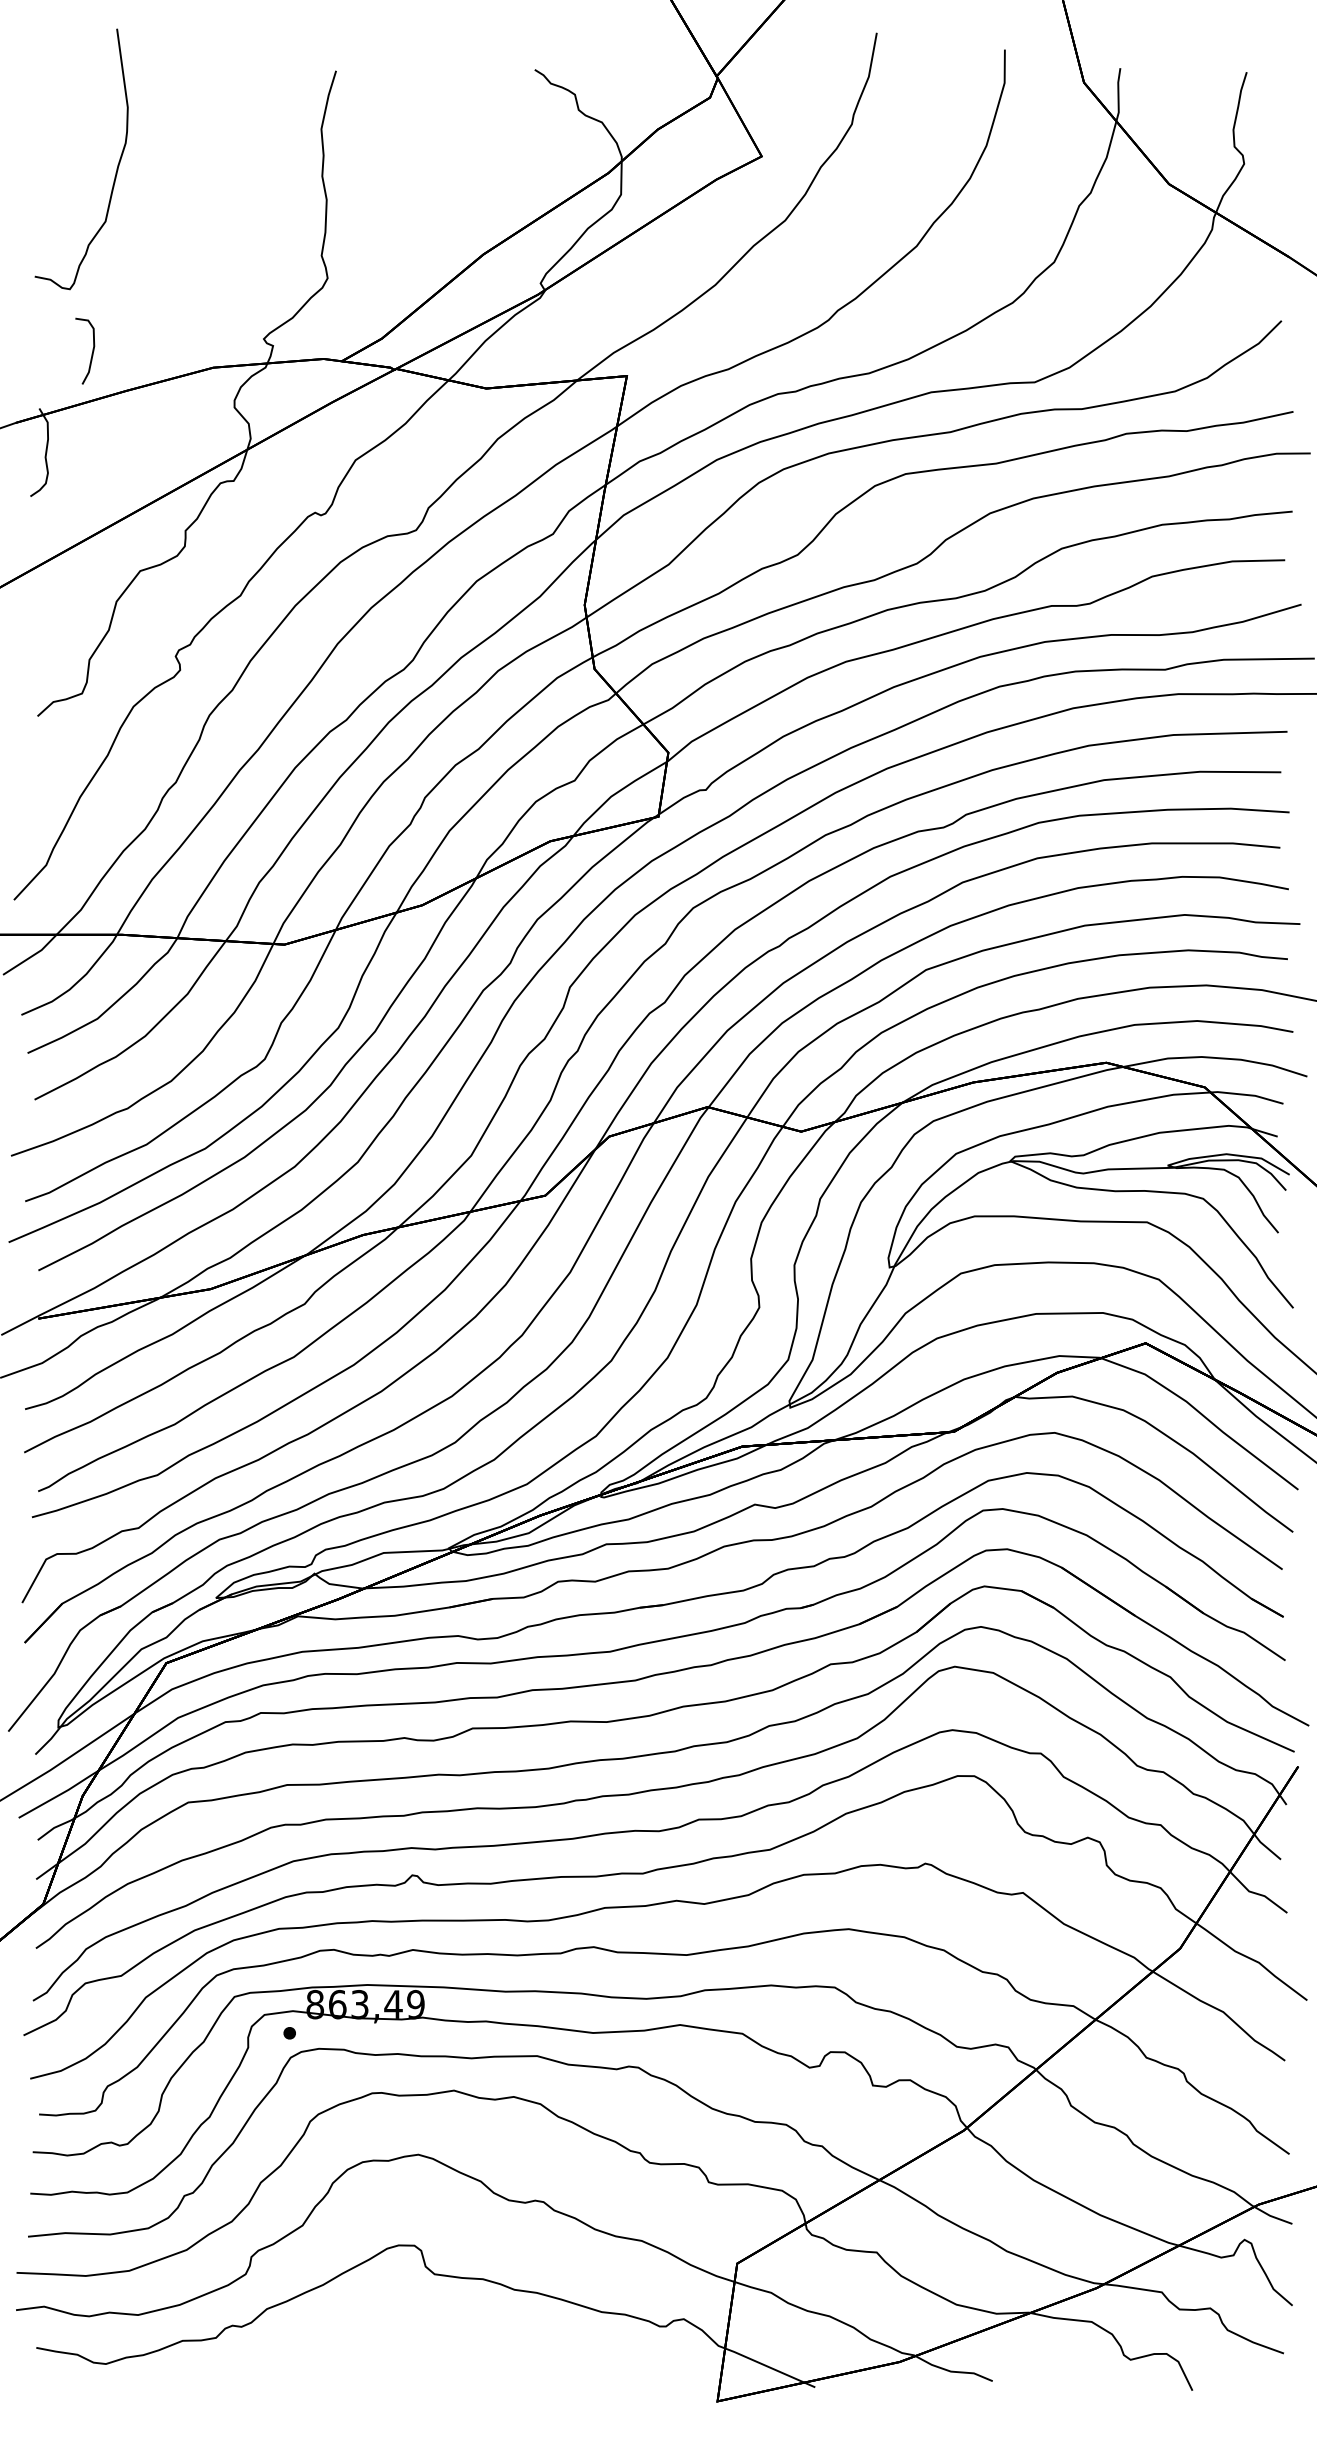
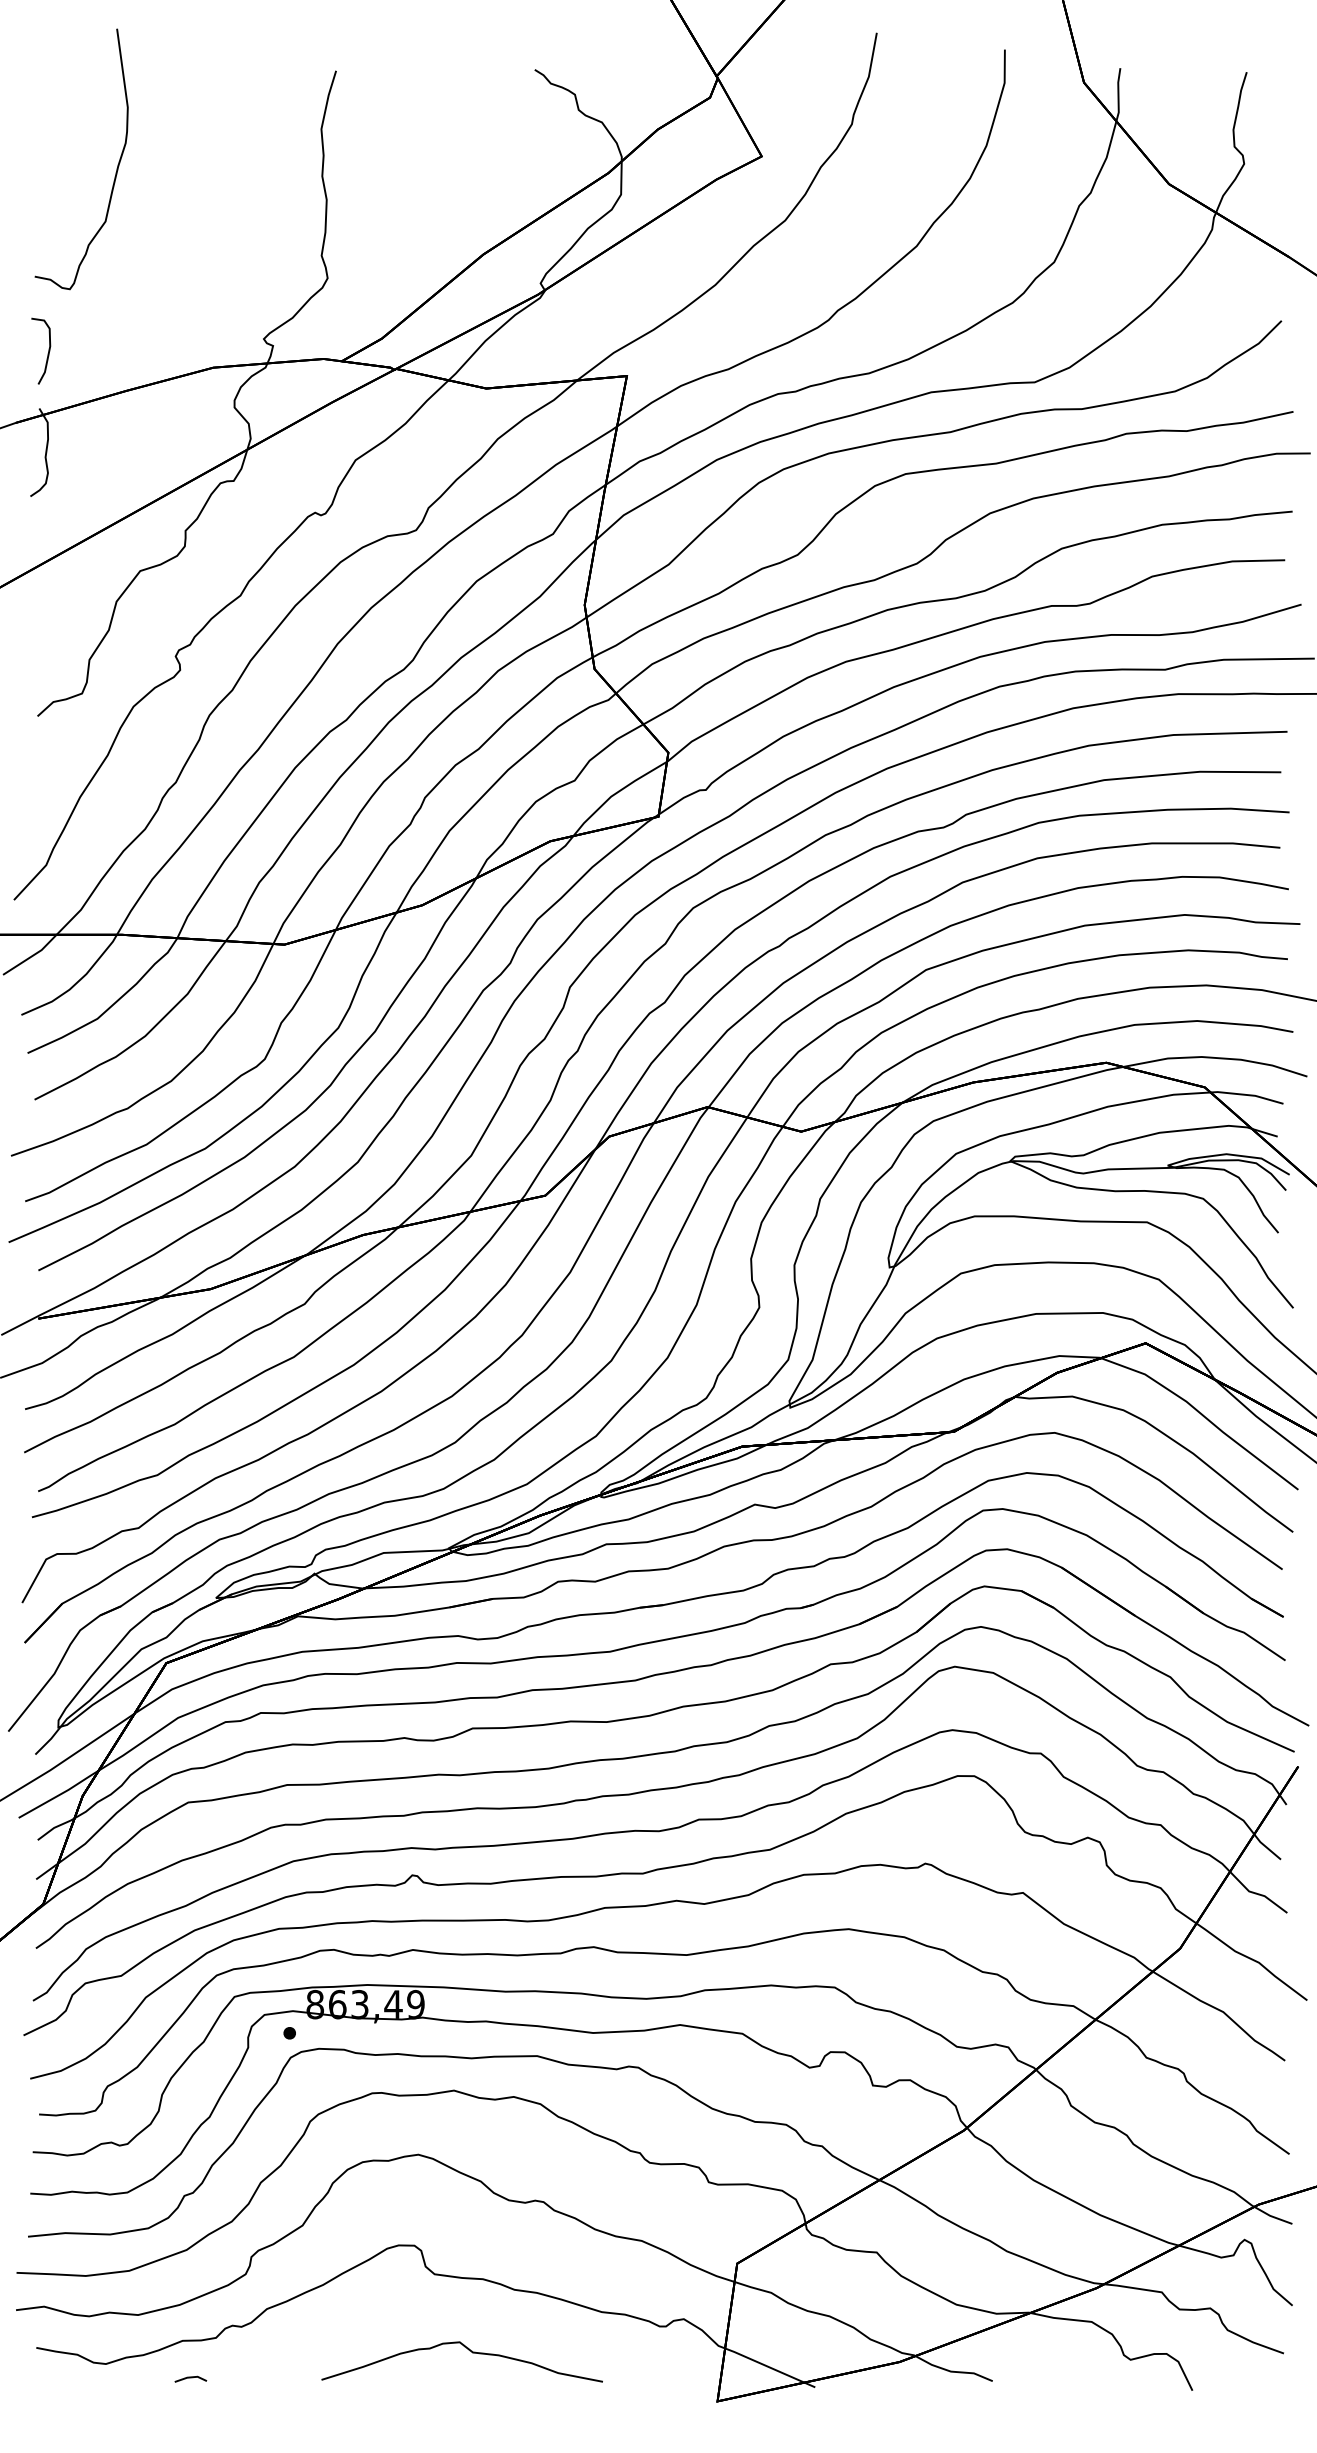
curve at (91, 353) position: (91, 353) -> (47, 353)
curve at (468, 2350): none -> present
line at (190, 2378): none -> present
